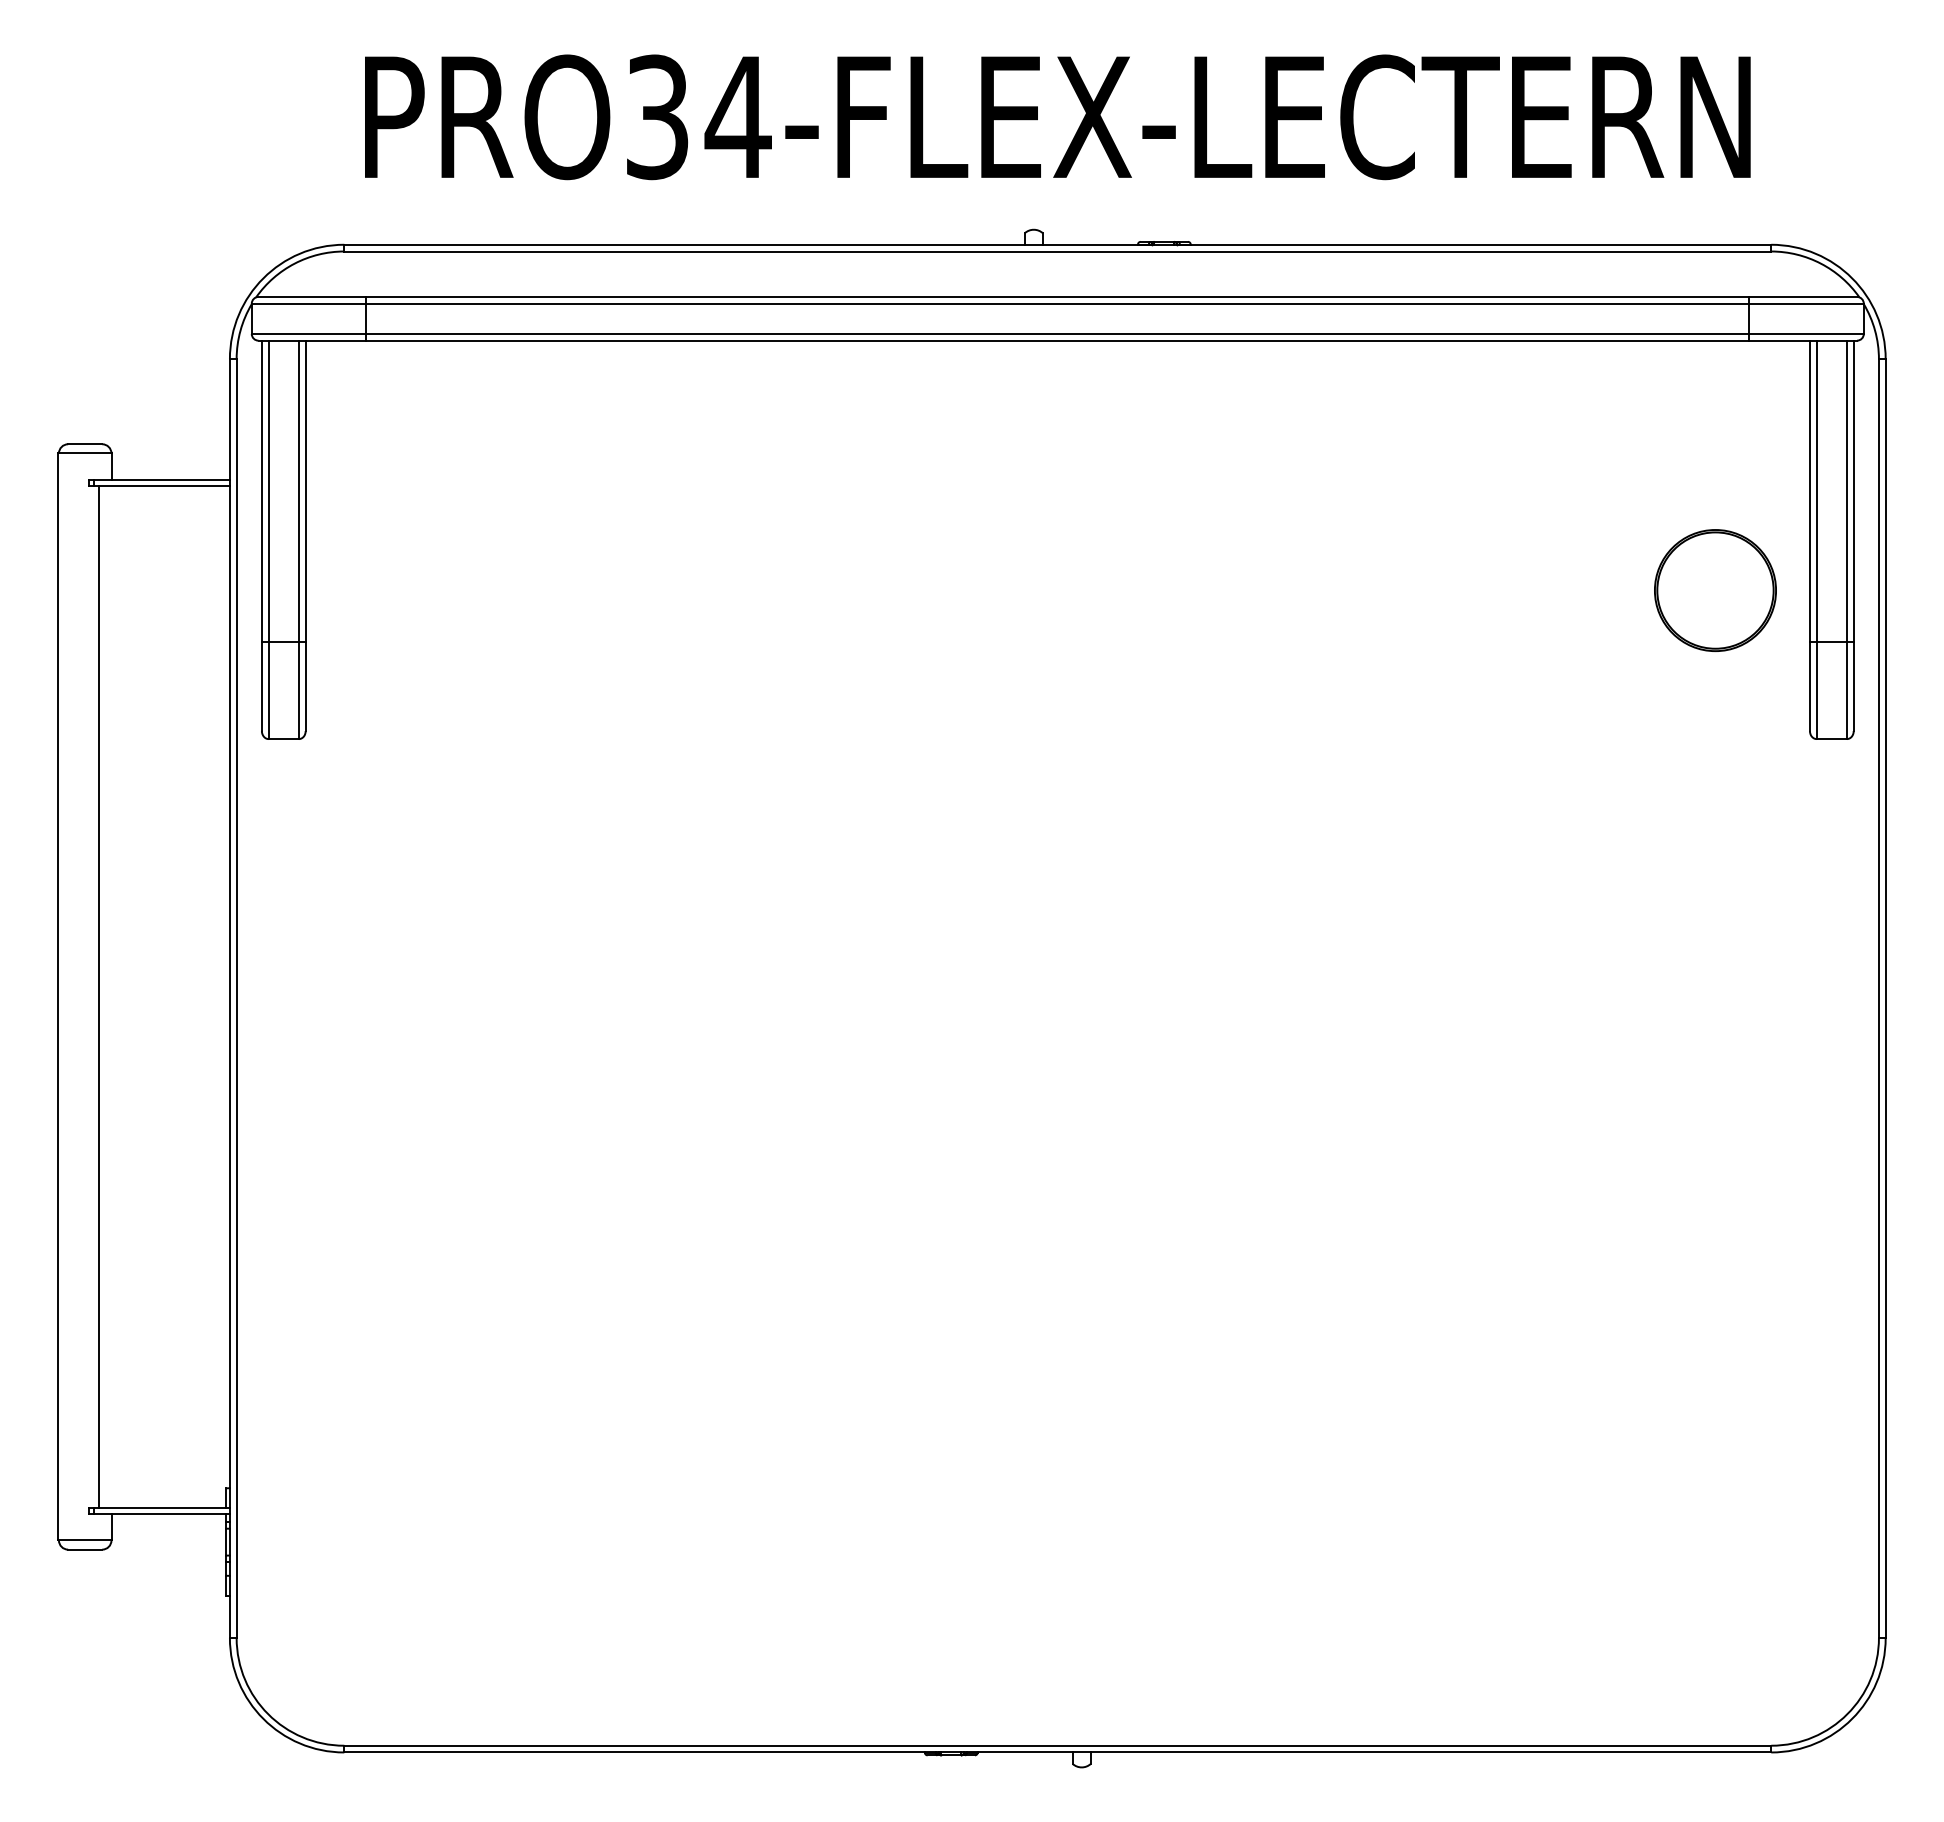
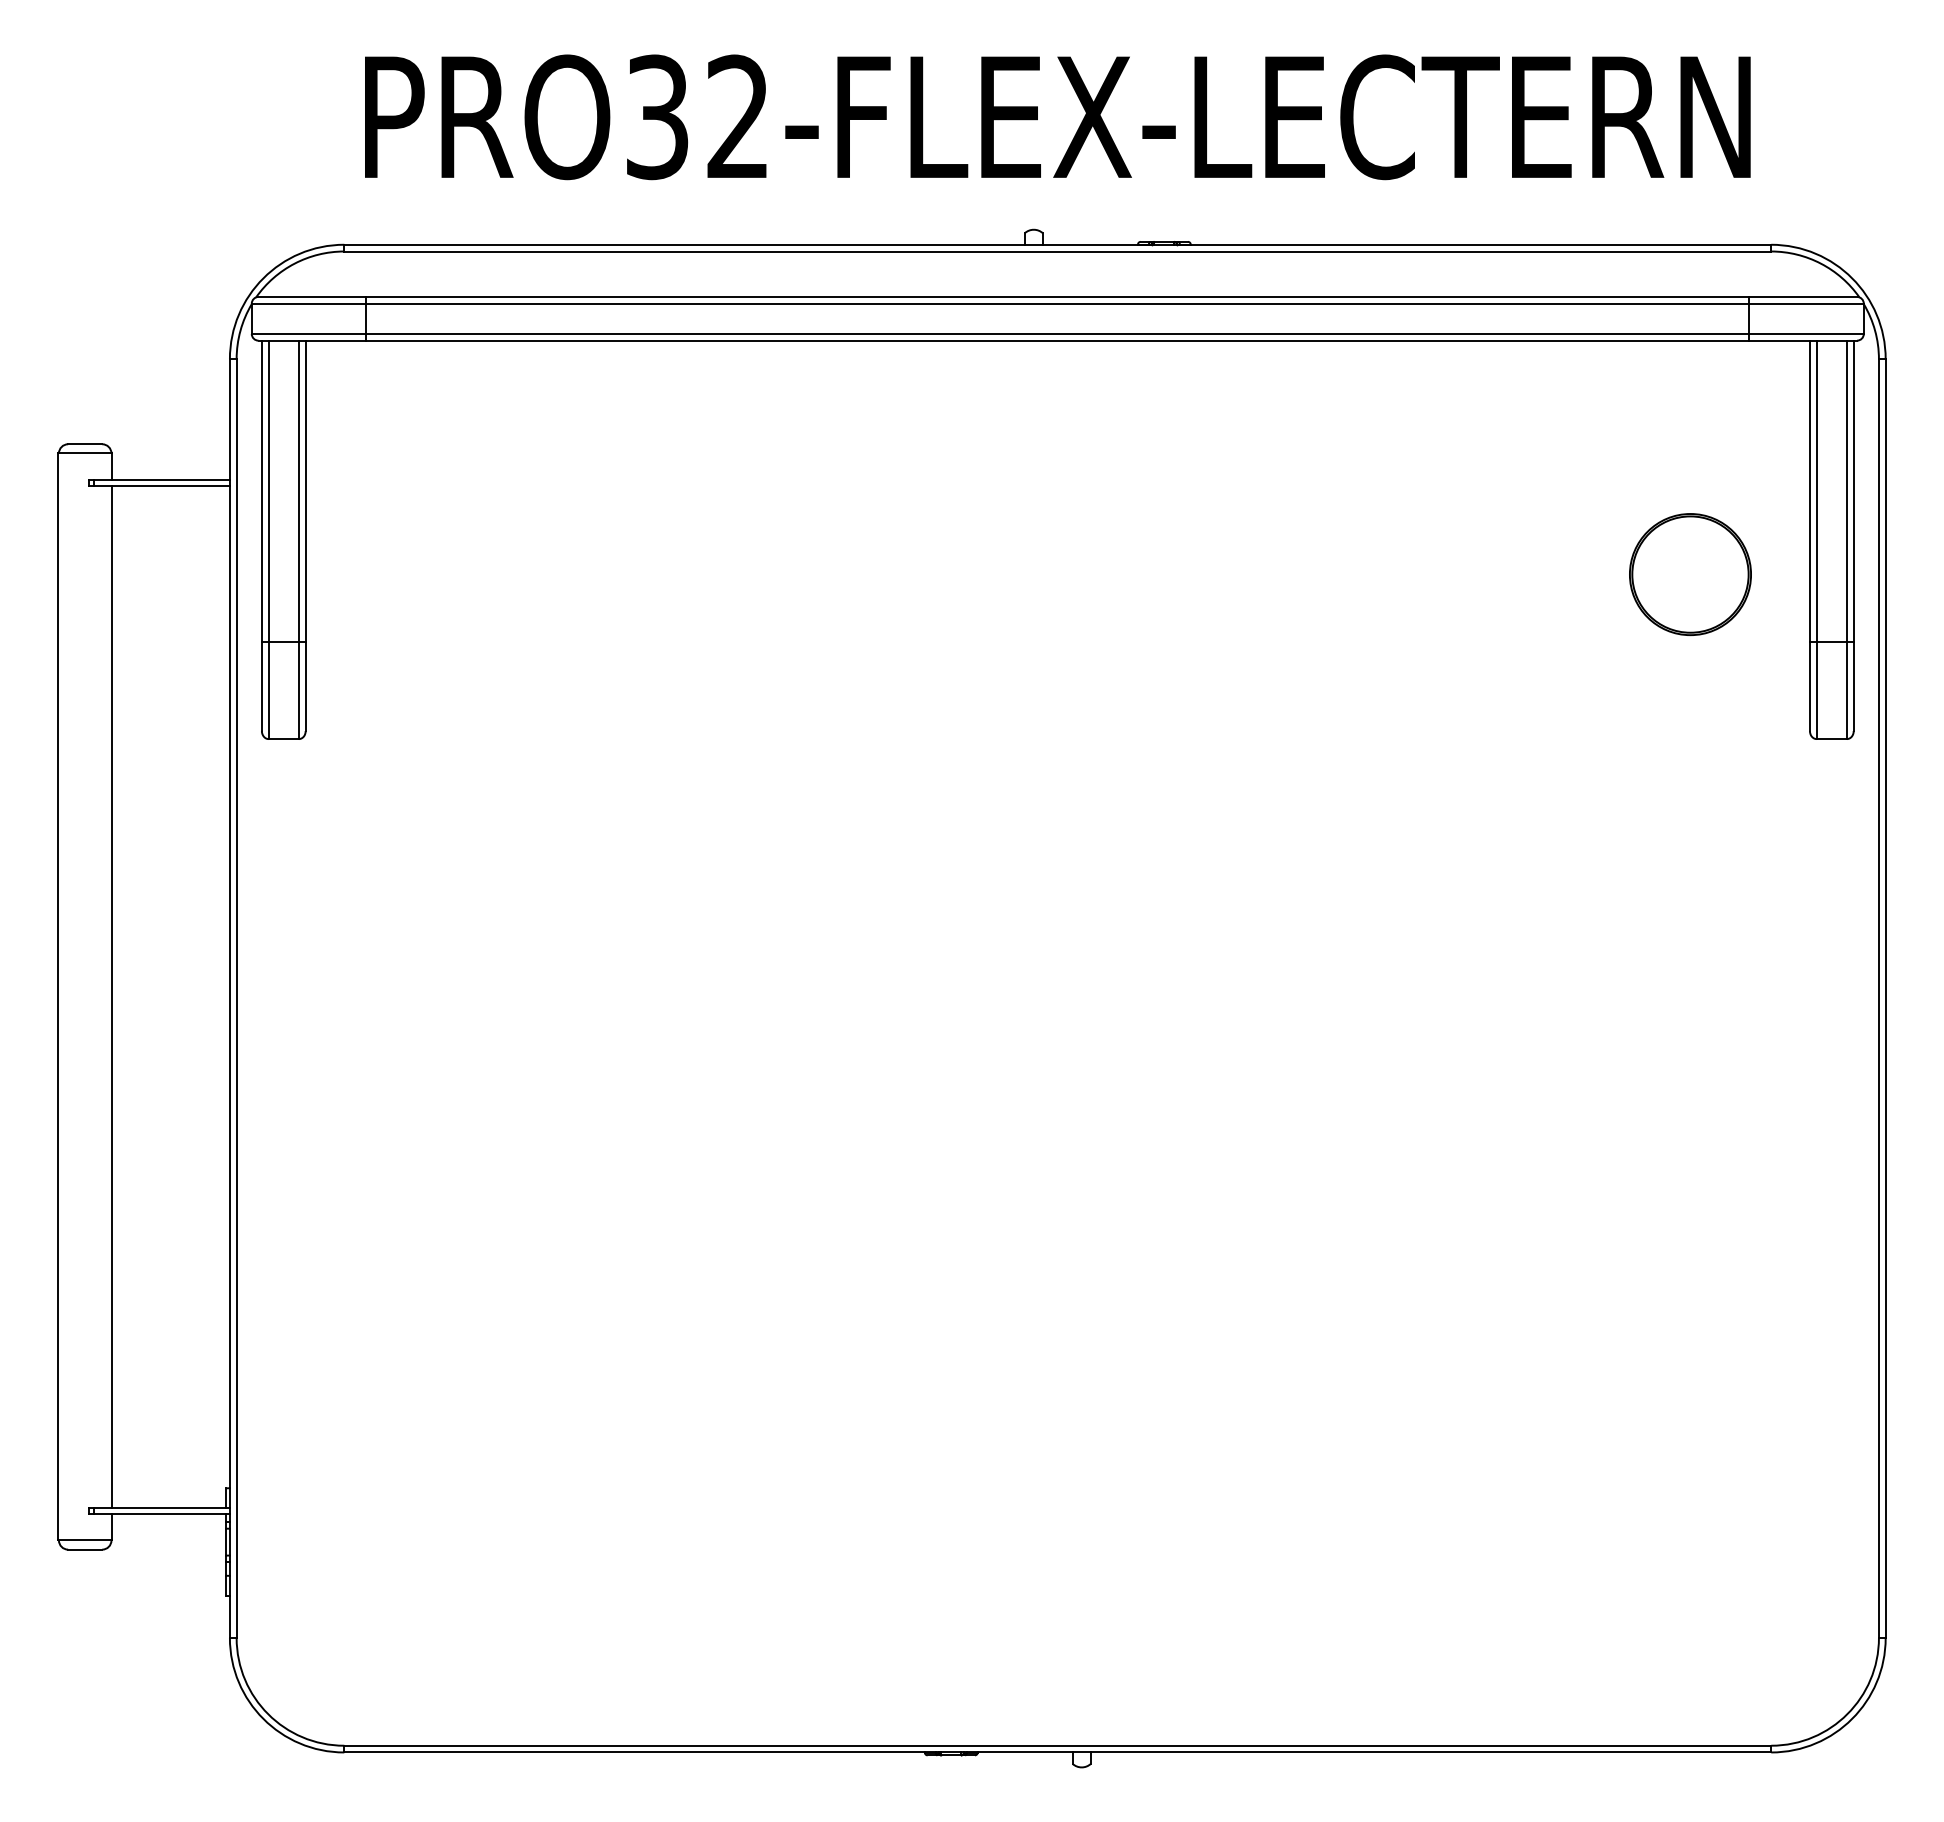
text at (737, 115): PRO34-FLEX-LECTERN -> PRO32-FLEX-LECTERN
part at (1715, 590) position: (1715, 590) -> (1690, 574)
line at (99, 996) position: (99, 996) -> (112, 996)
